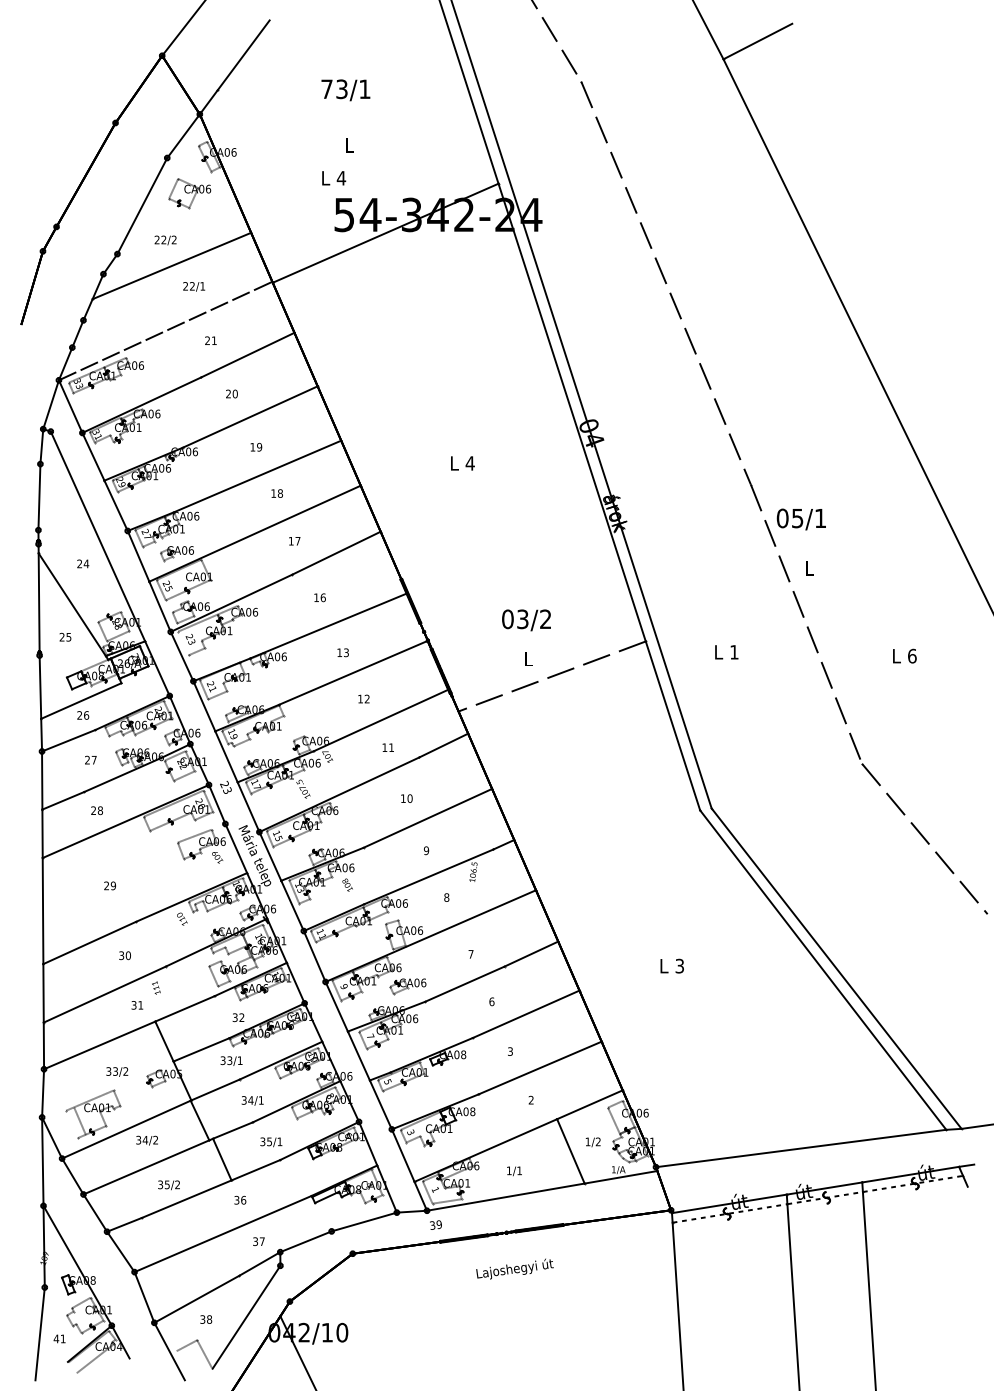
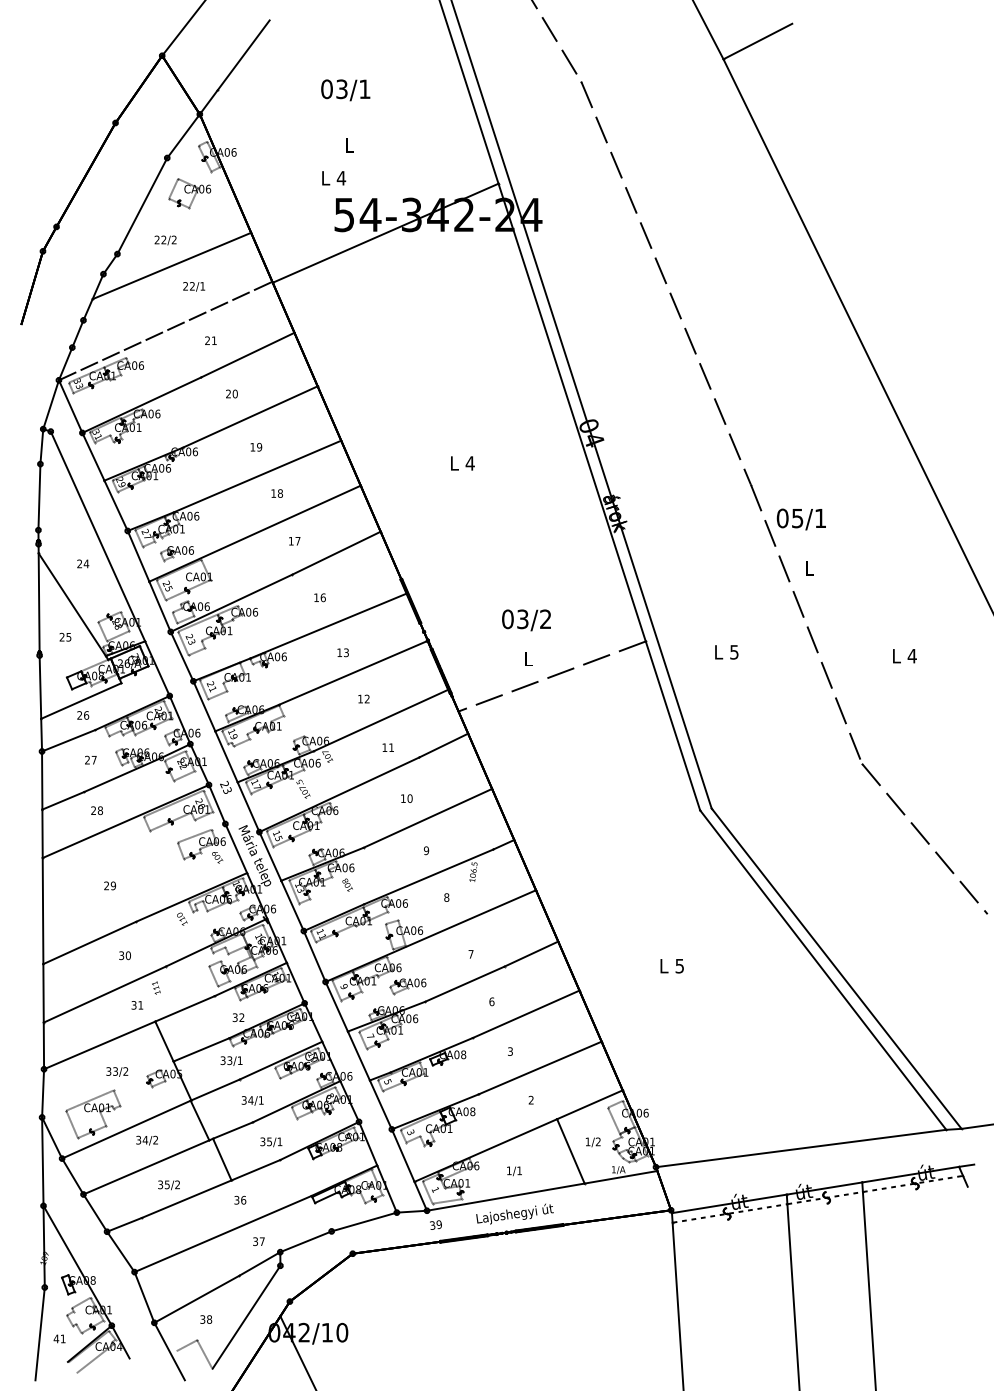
text at (326, 89): 73/1 -> 03/1
line at (183, 643): none -> present
text at (734, 652): 1 -> 5
text at (911, 655): 6 -> 4
text at (679, 965): 3 -> 5
line at (79, 1121) position: (79, 1121) -> (71, 1124)
text at (514, 1268) position: (514, 1268) -> (514, 1213)
